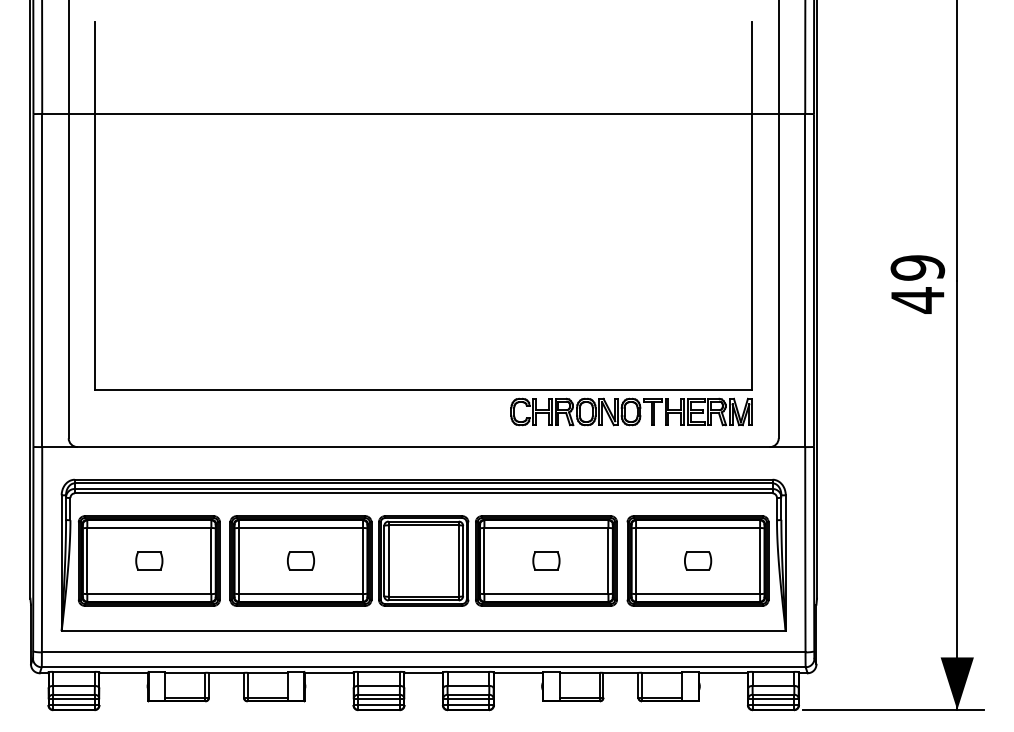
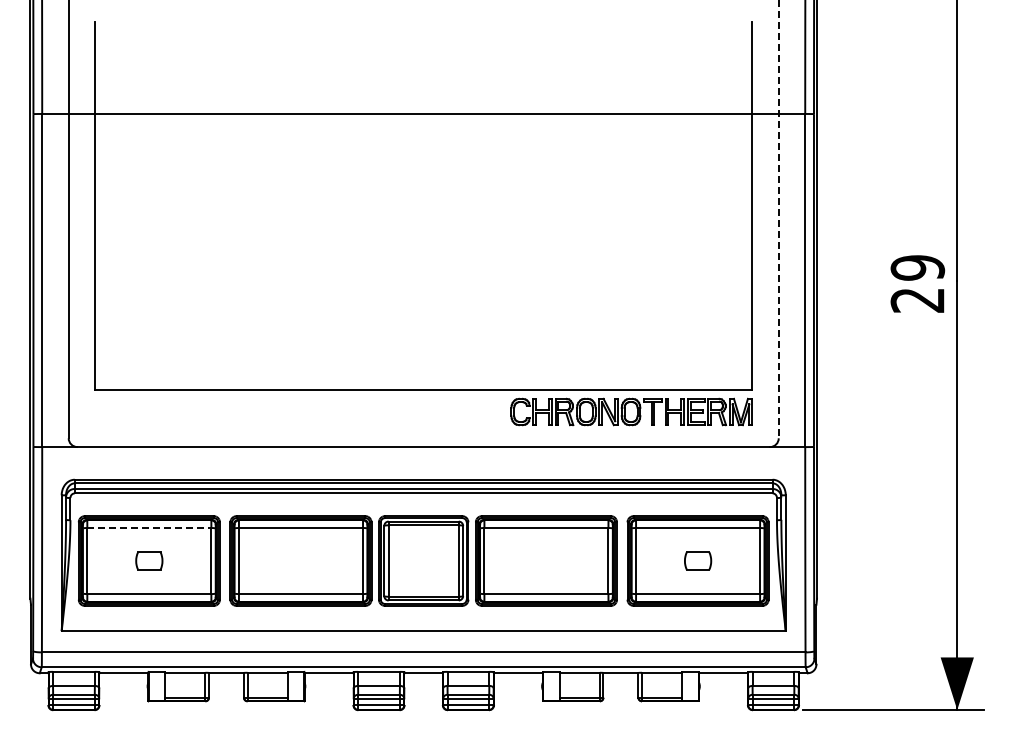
line at (778, 219): solid -> dashed
text at (917, 300): 49 -> 29
line at (149, 528): solid -> dashed
part at (300, 560): present -> none
part at (546, 560): present -> none
